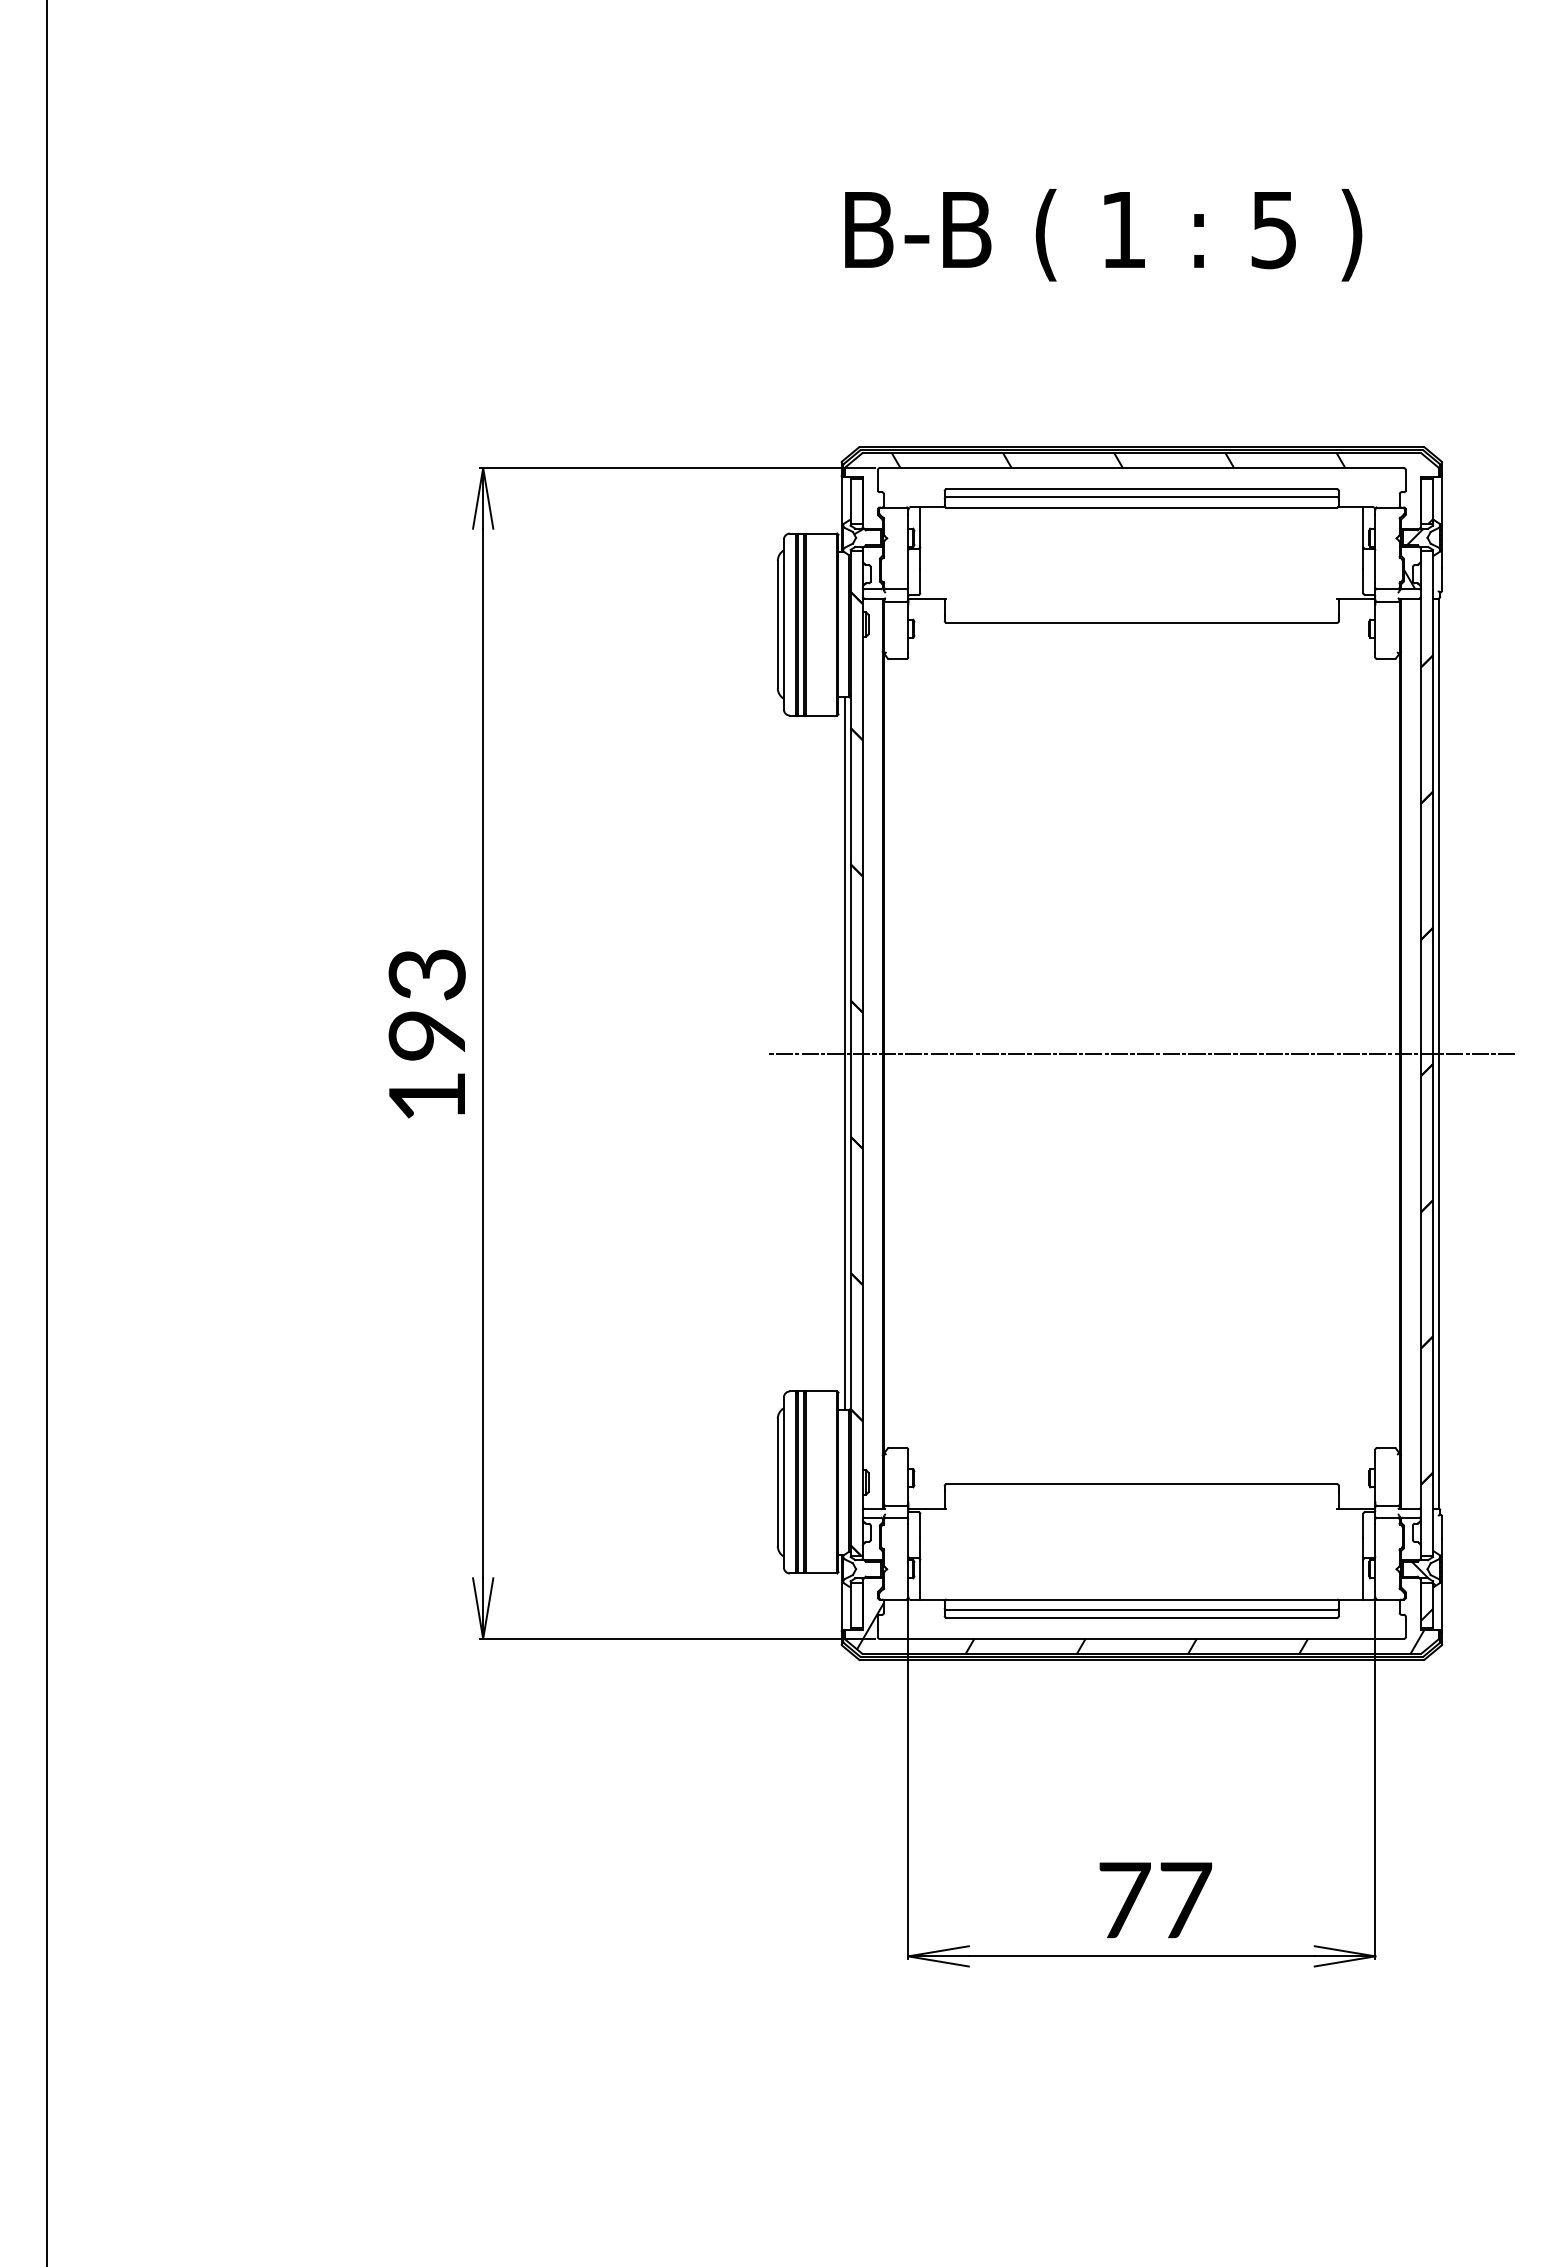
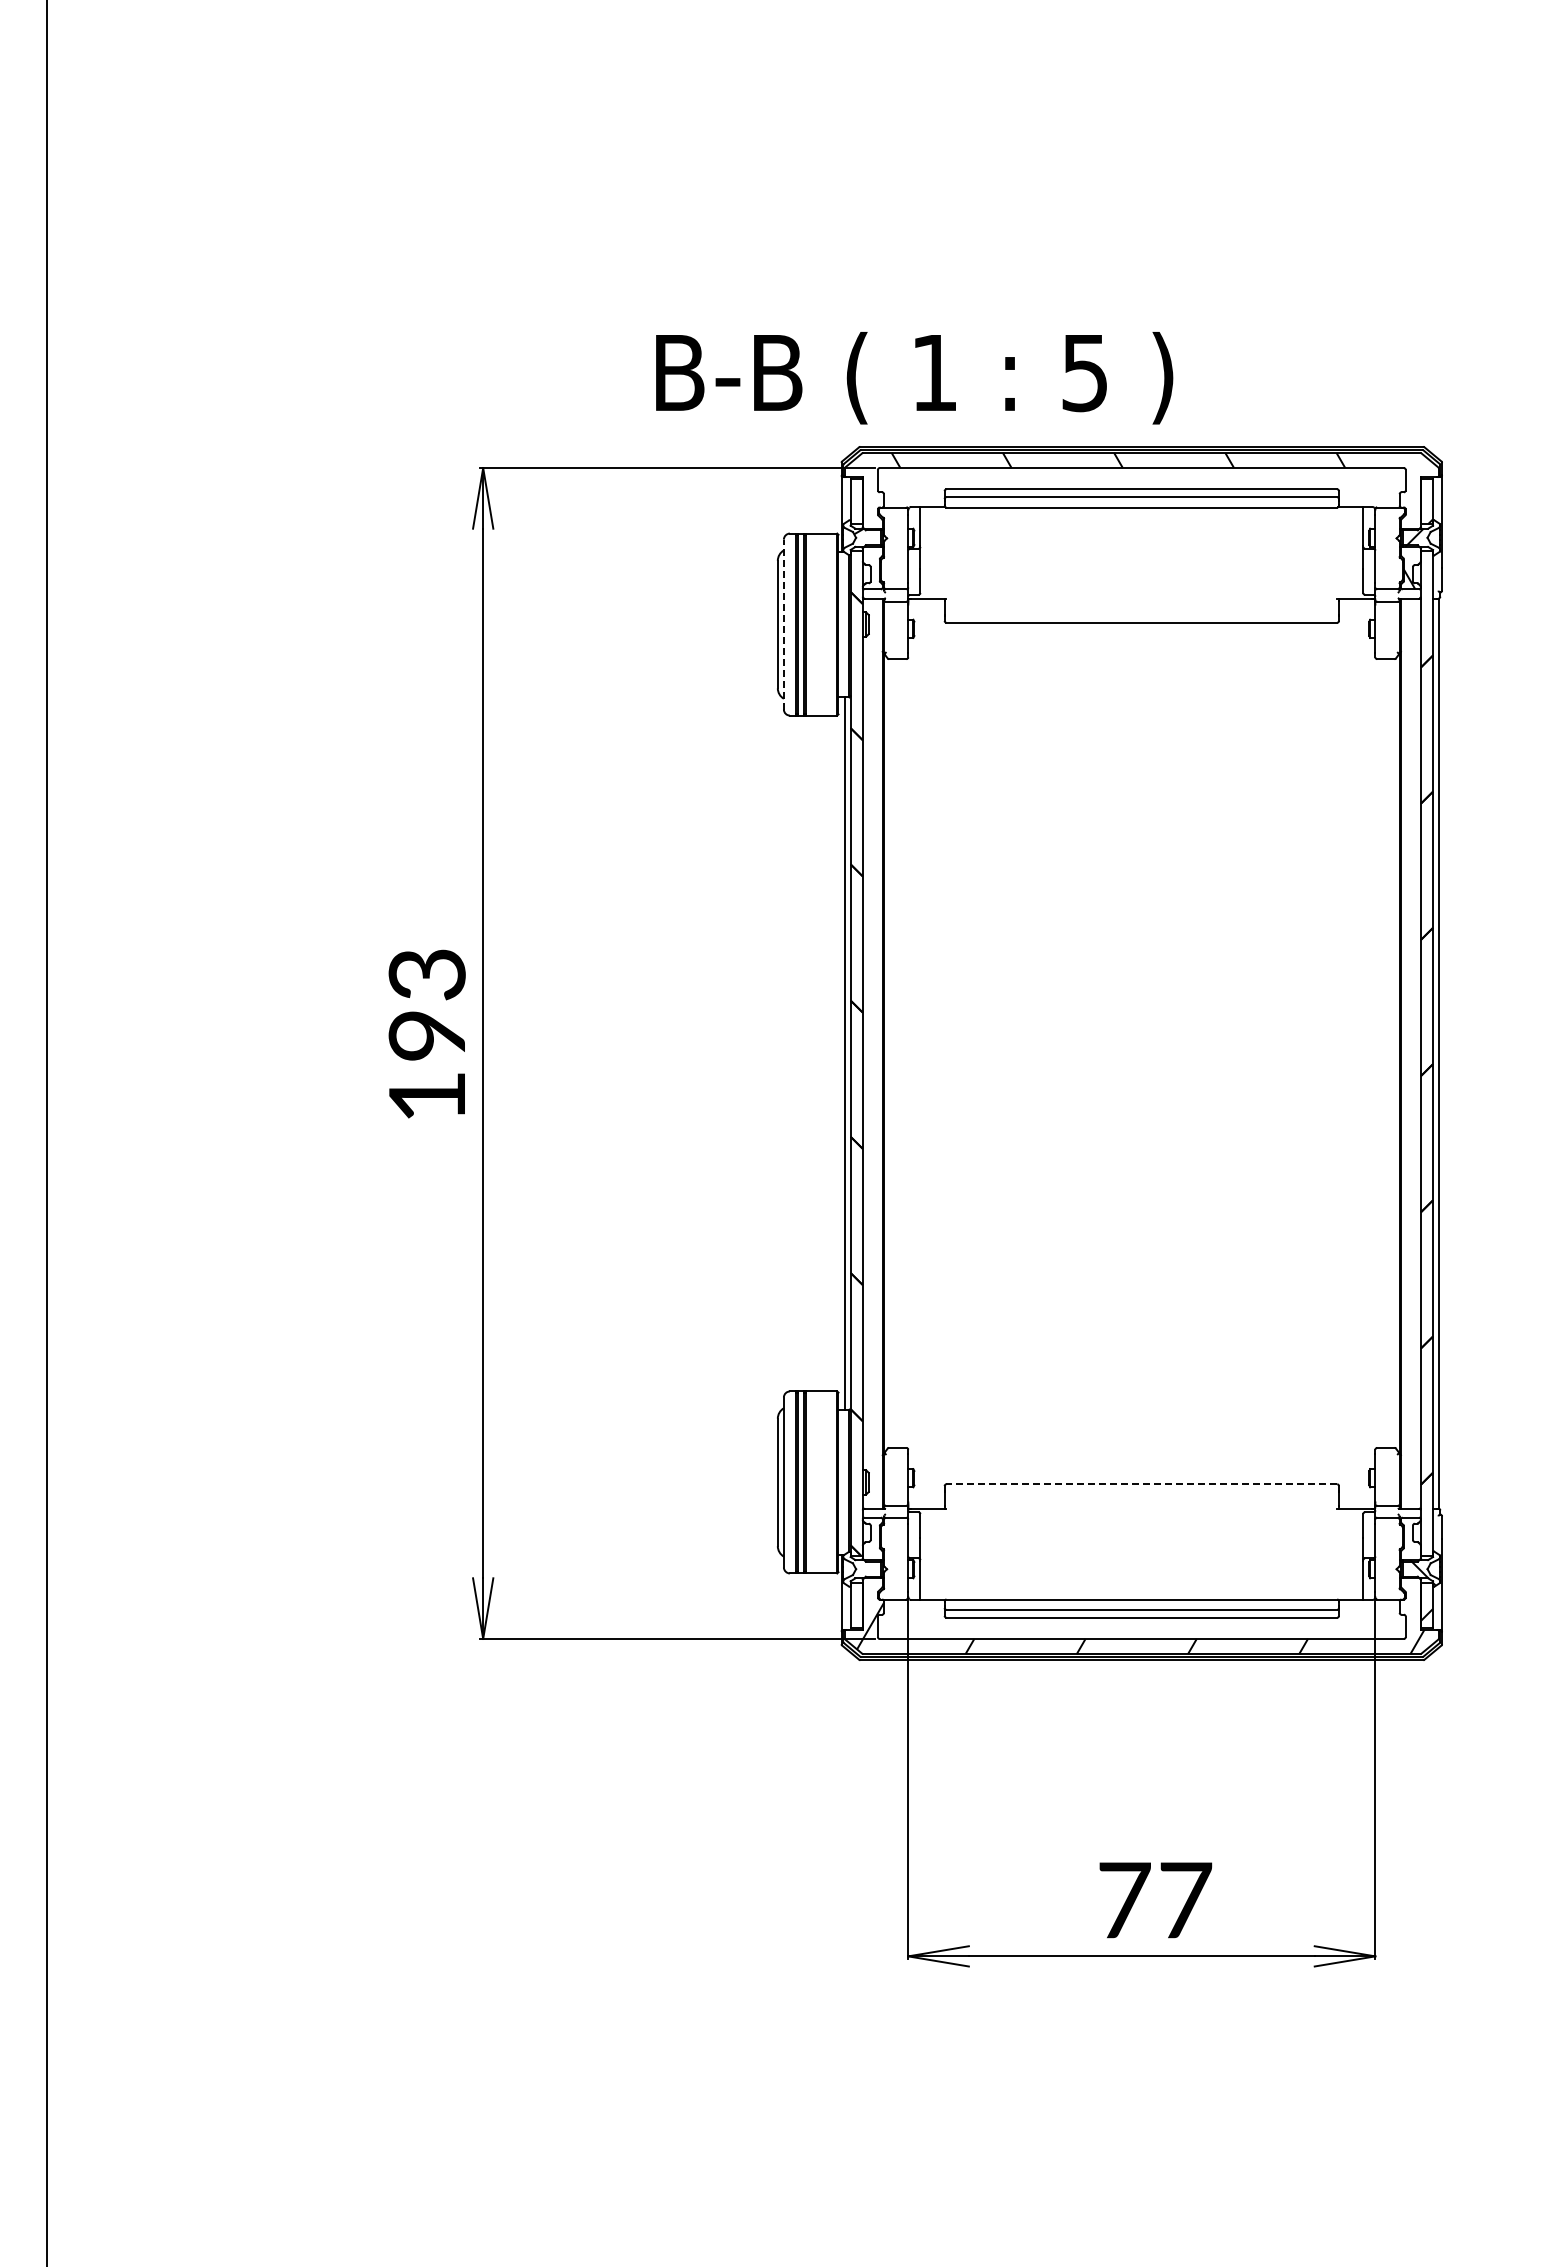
text at (1103, 235) position: (1103, 235) -> (914, 378)
line at (783, 624): solid -> dashed
line at (1141, 1053): present -> none
line at (1141, 1484): solid -> dashed
